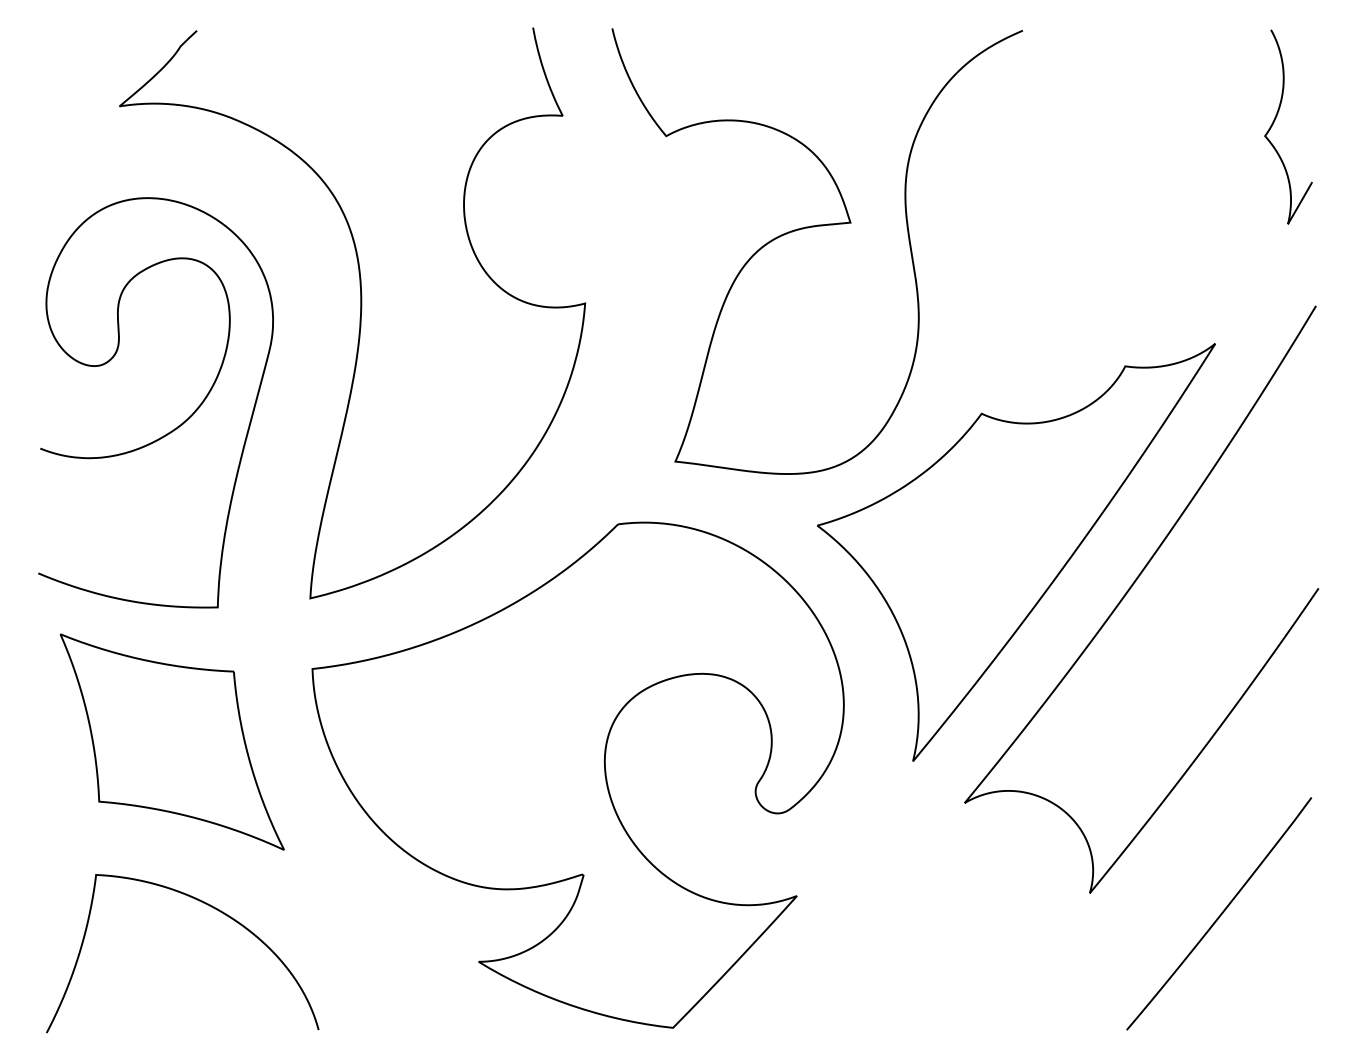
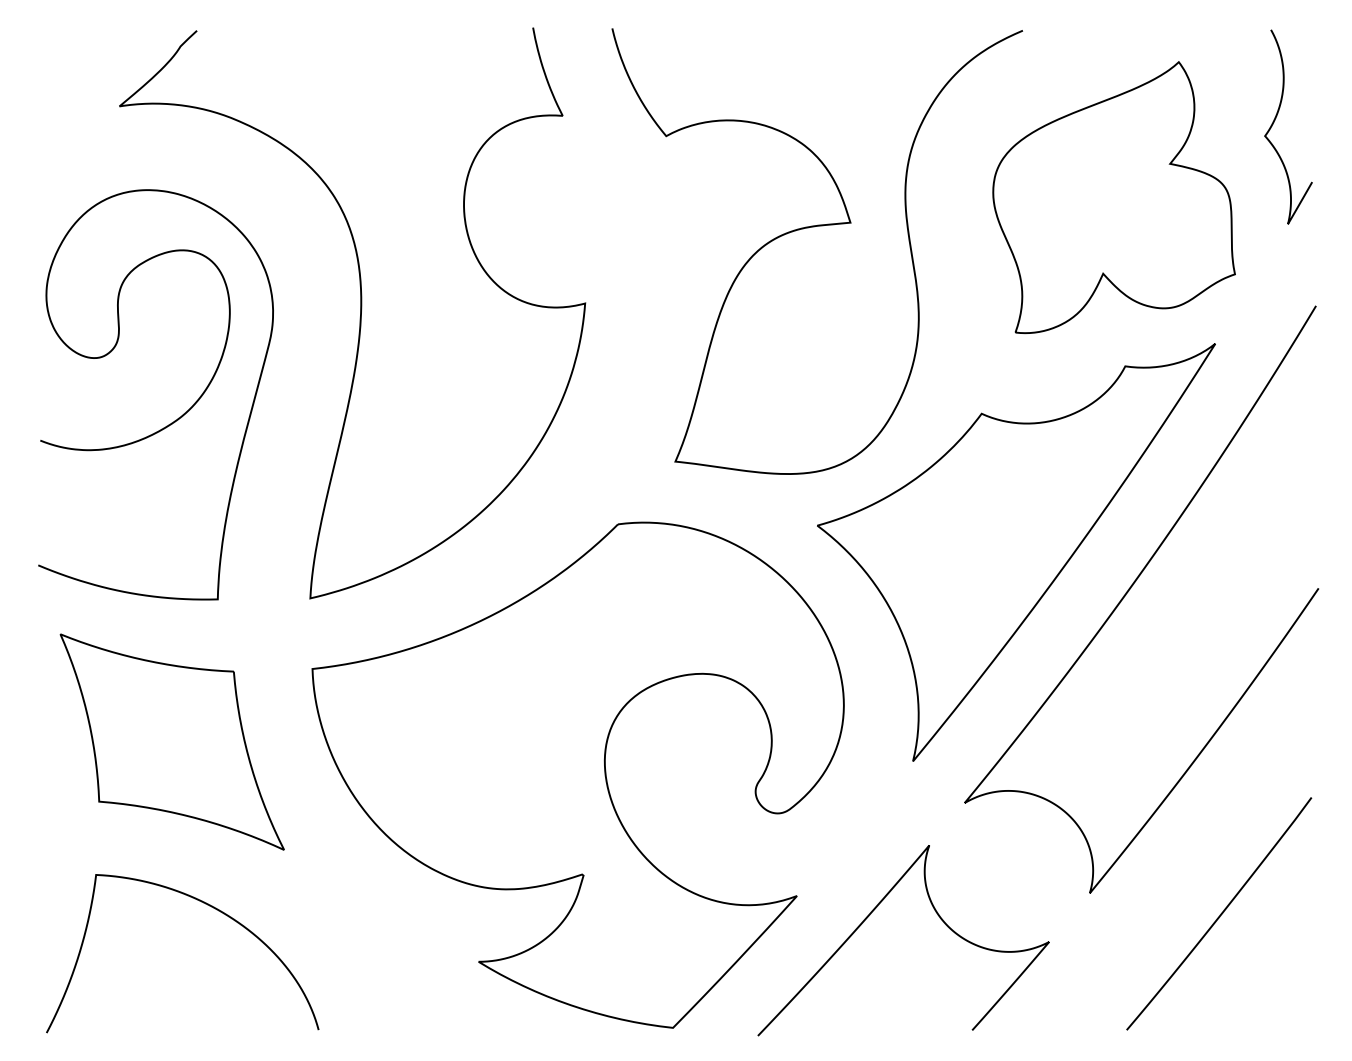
part at (1113, 197): none -> present
curve at (174, 428) position: (174, 428) -> (174, 420)
curve at (870, 915): none -> present
